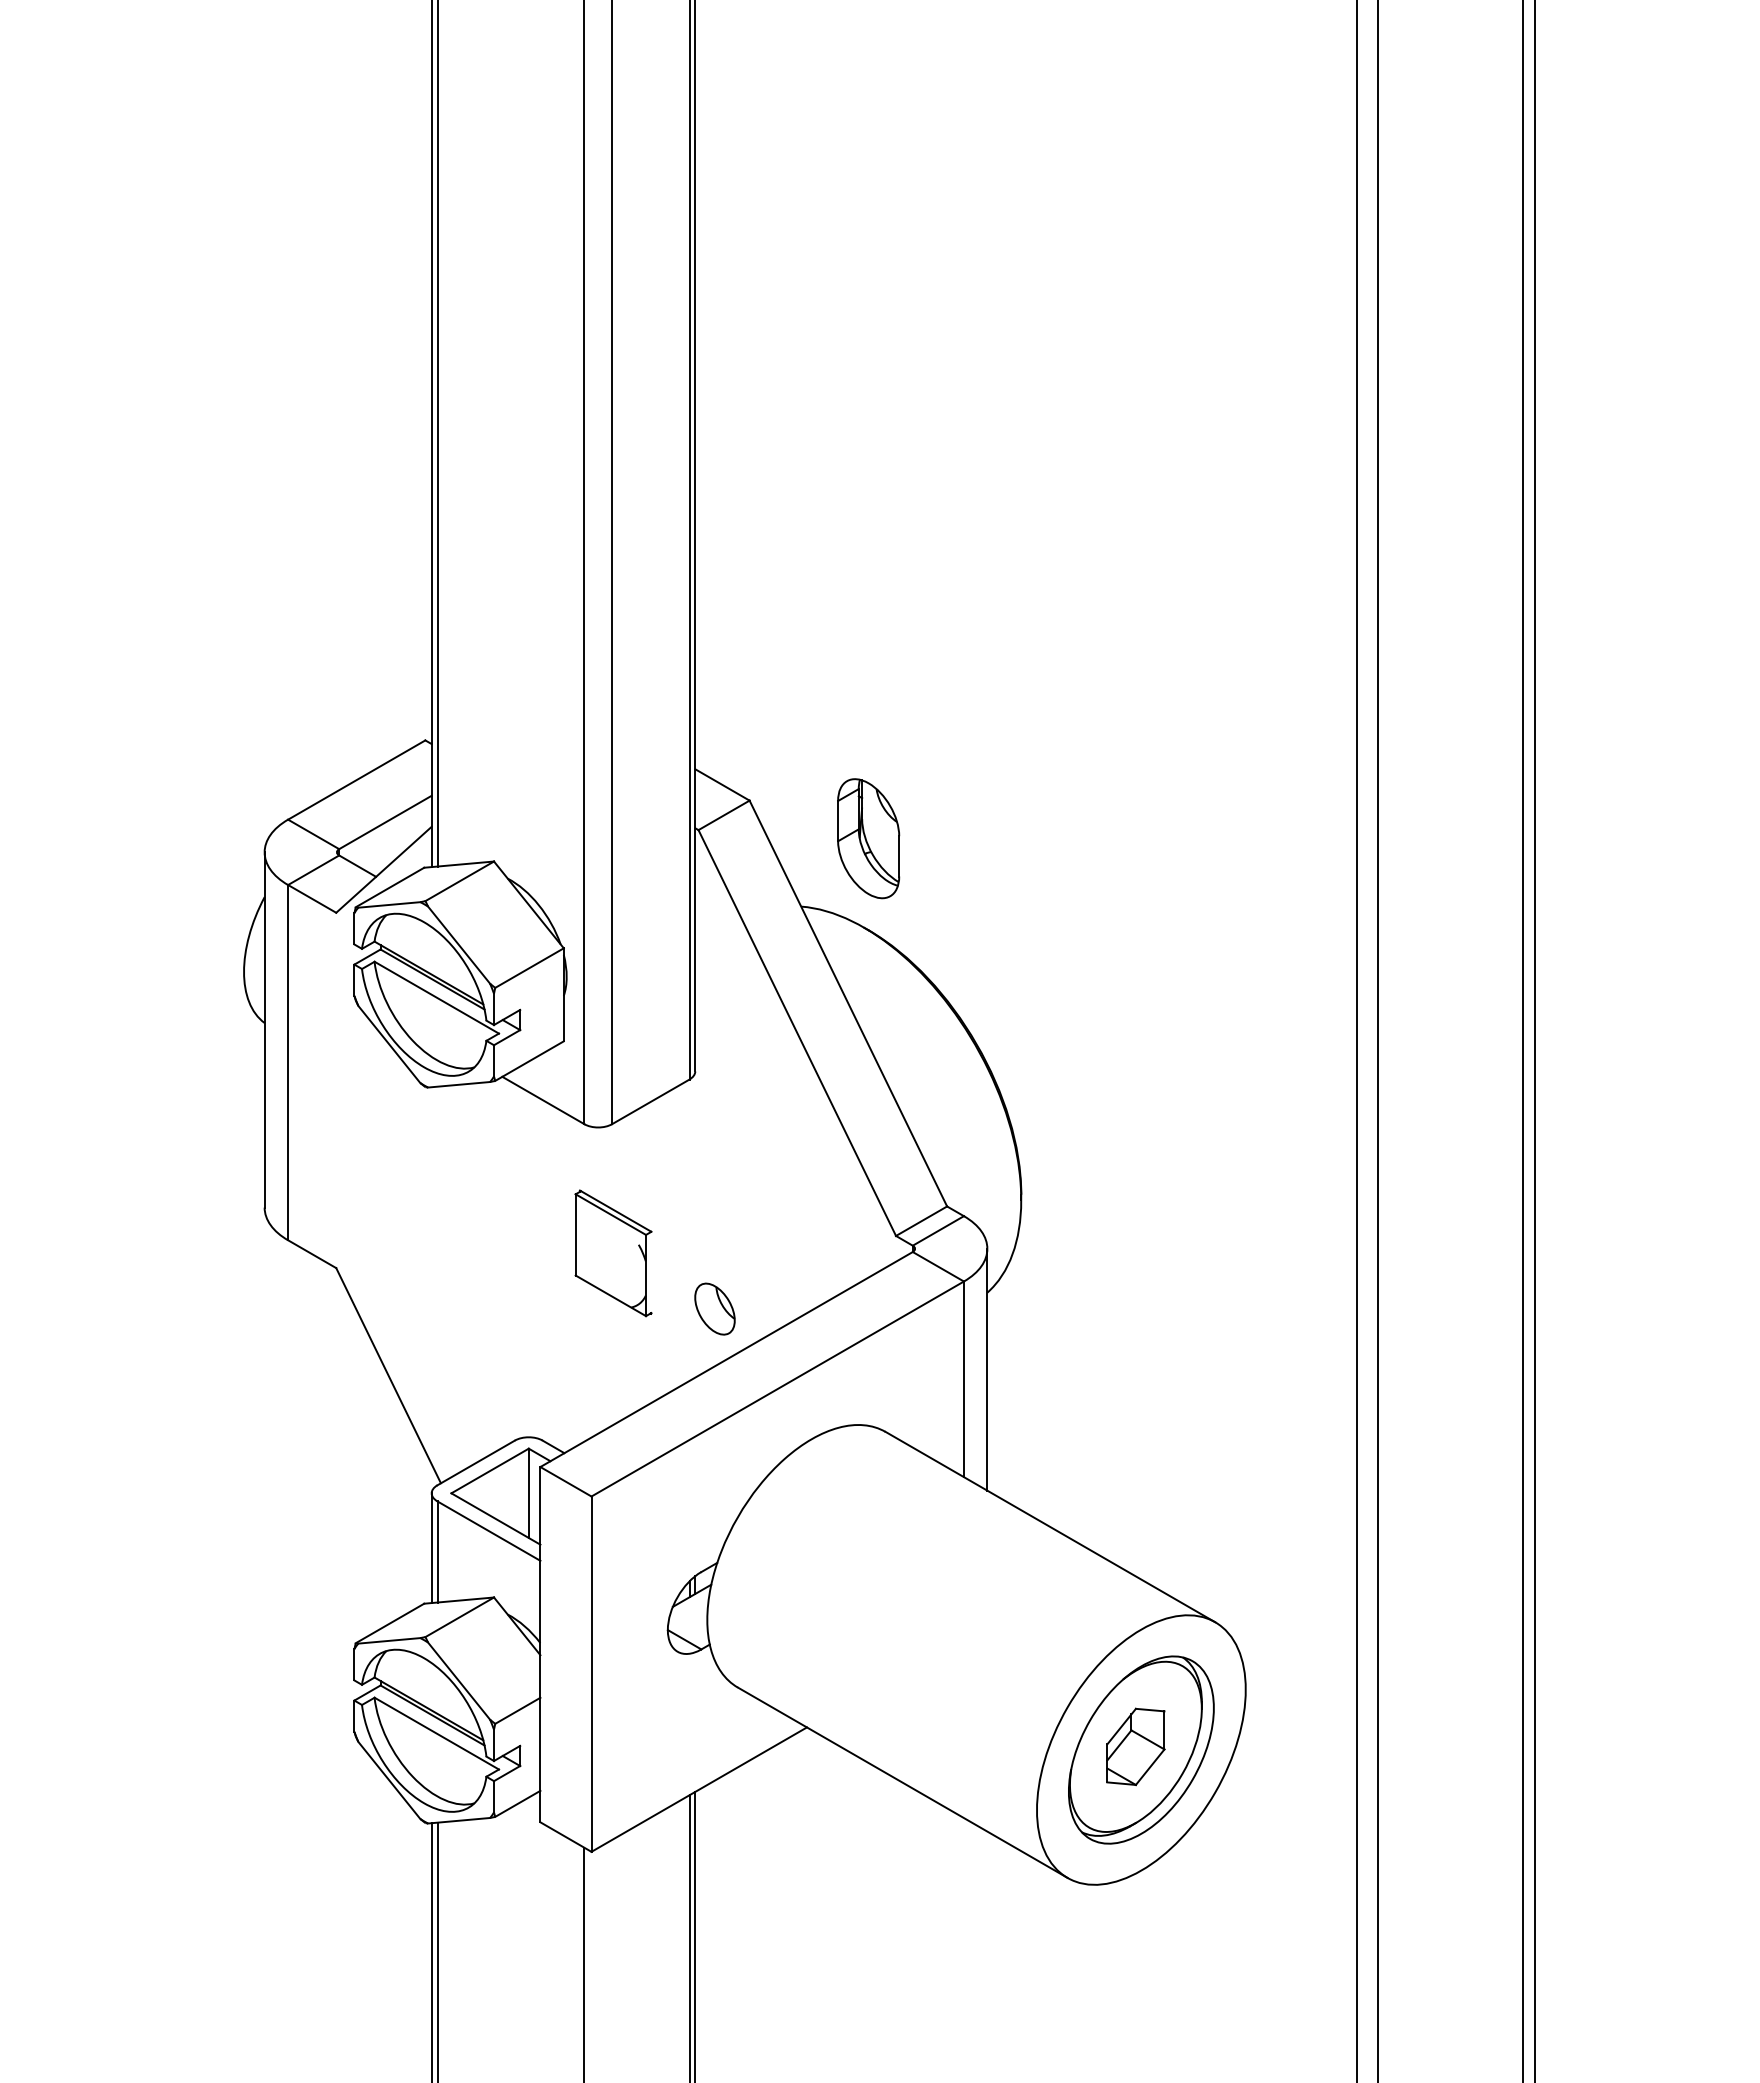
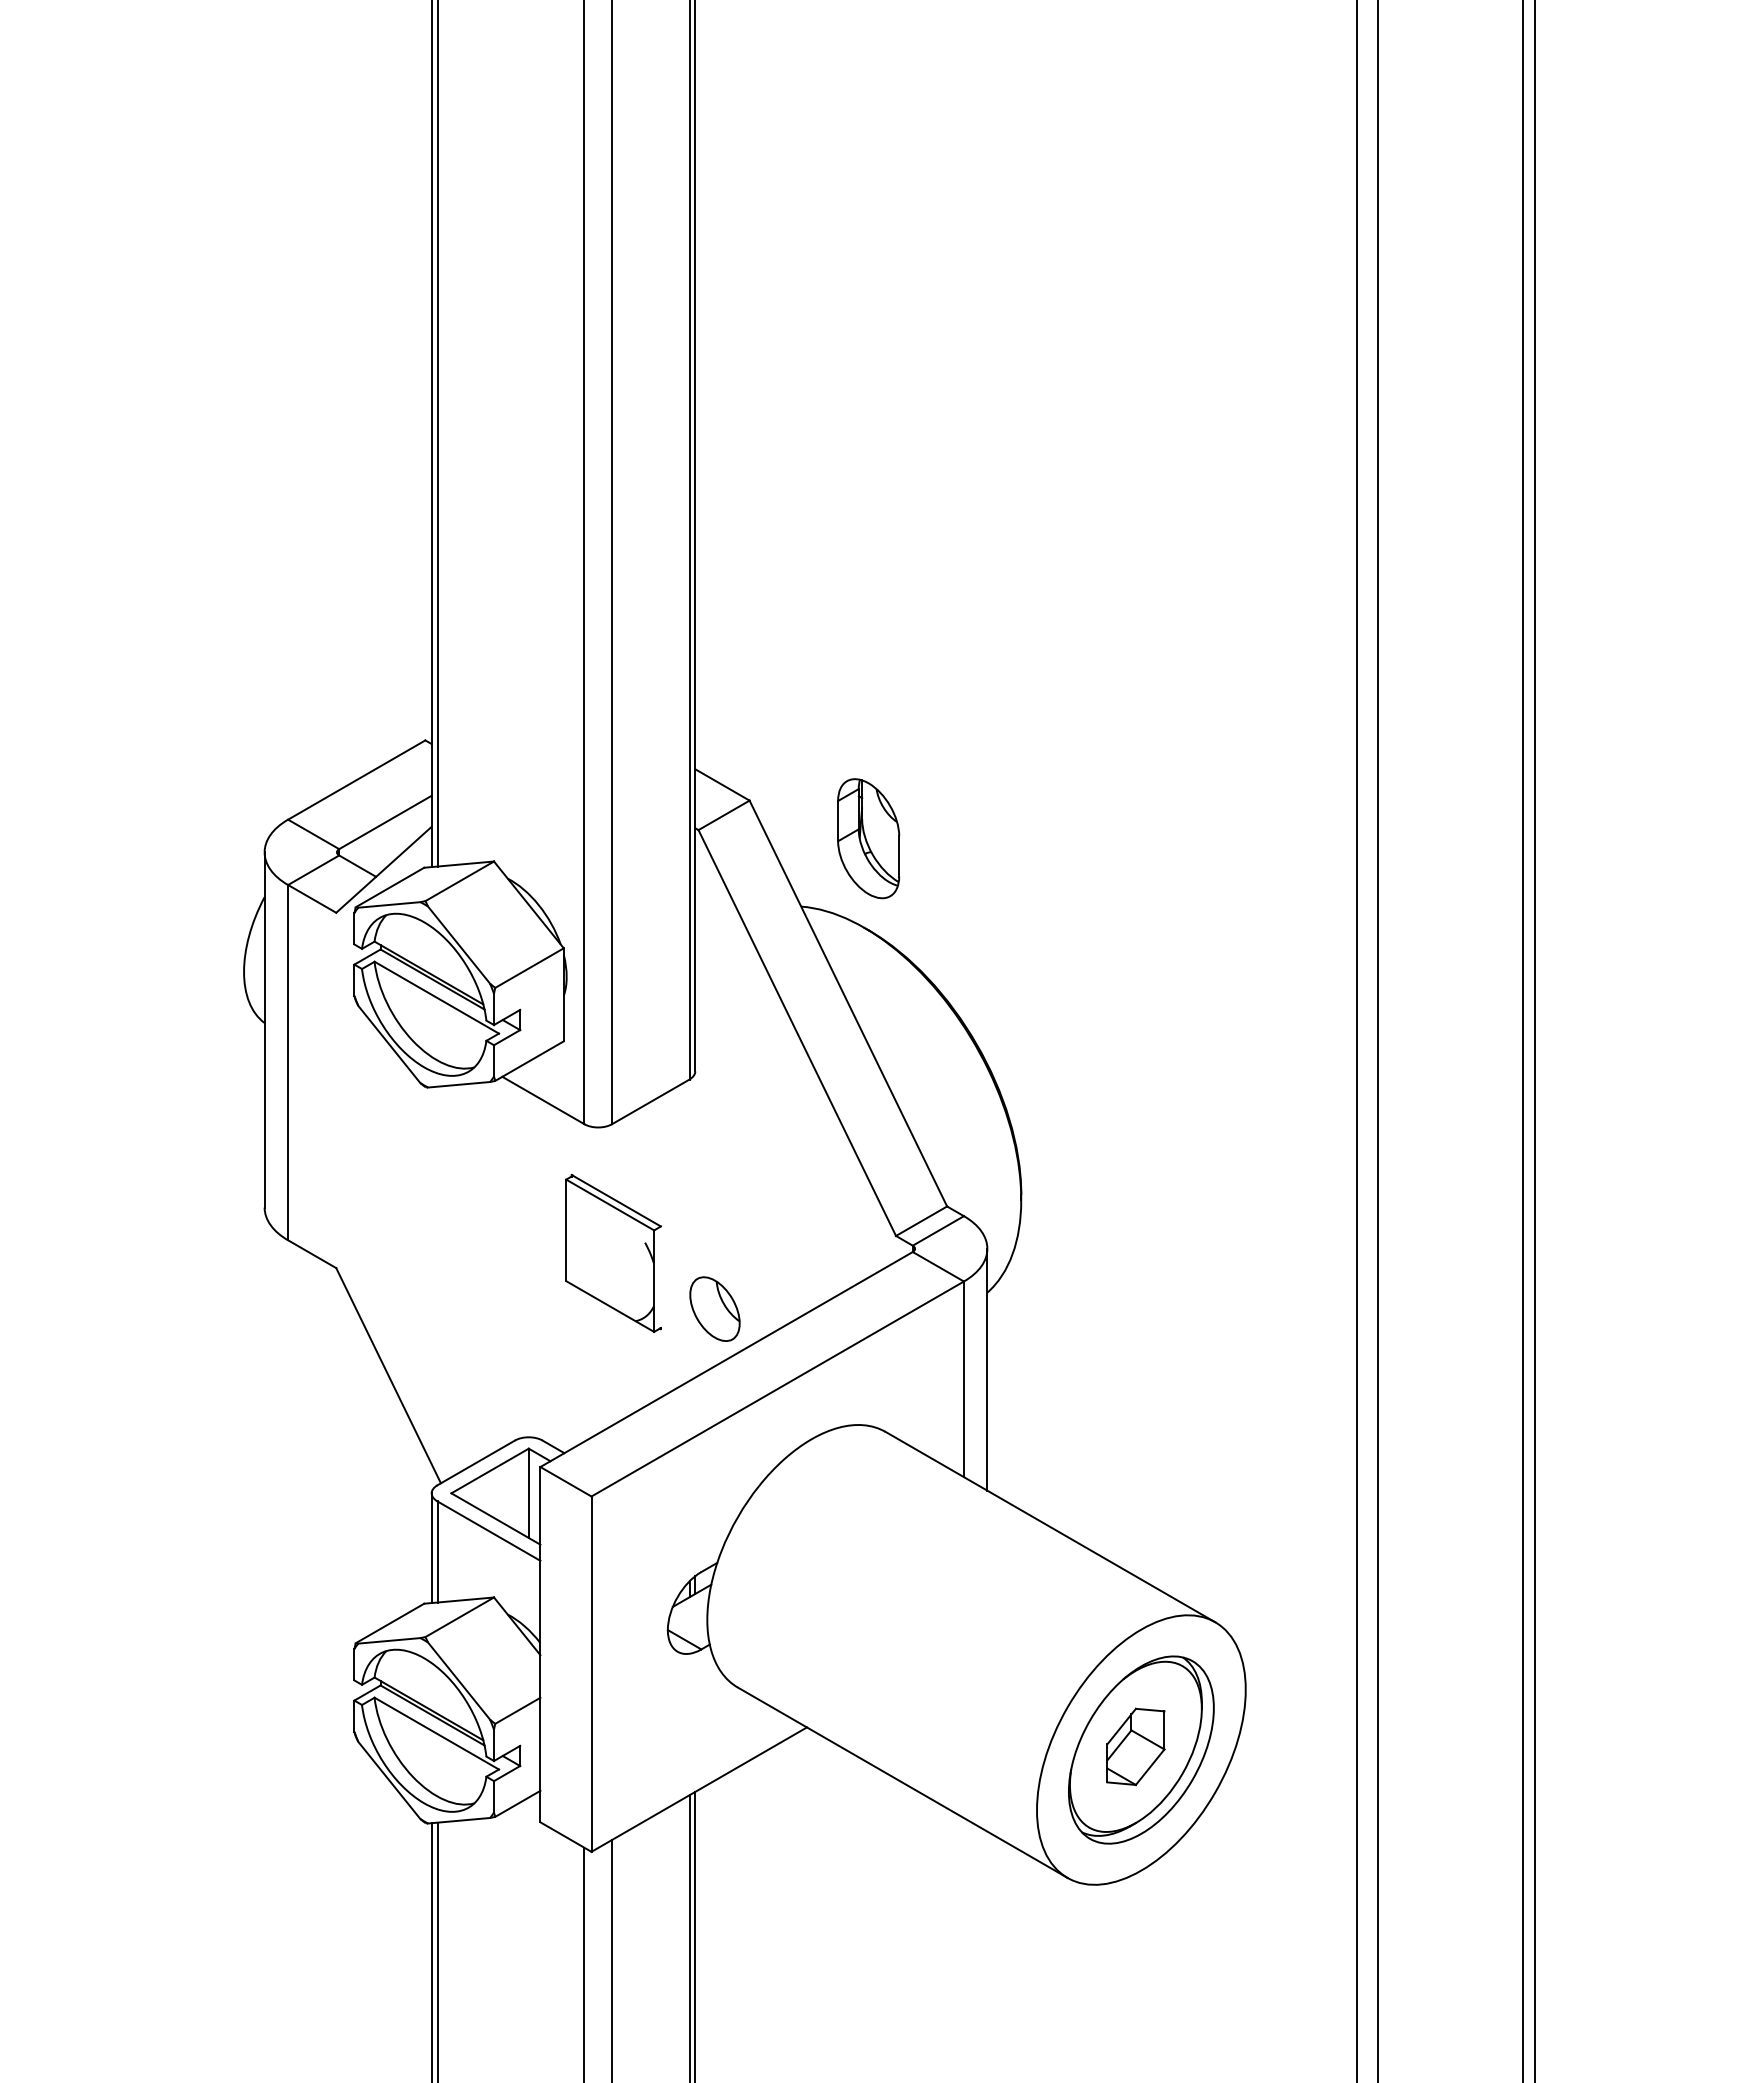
part at (613, 1253) size: 79x129 px -> 97x160 px
part at (714, 1308) size: 42x54 px -> 52x66 px
line at (612, 1959): none -> present
